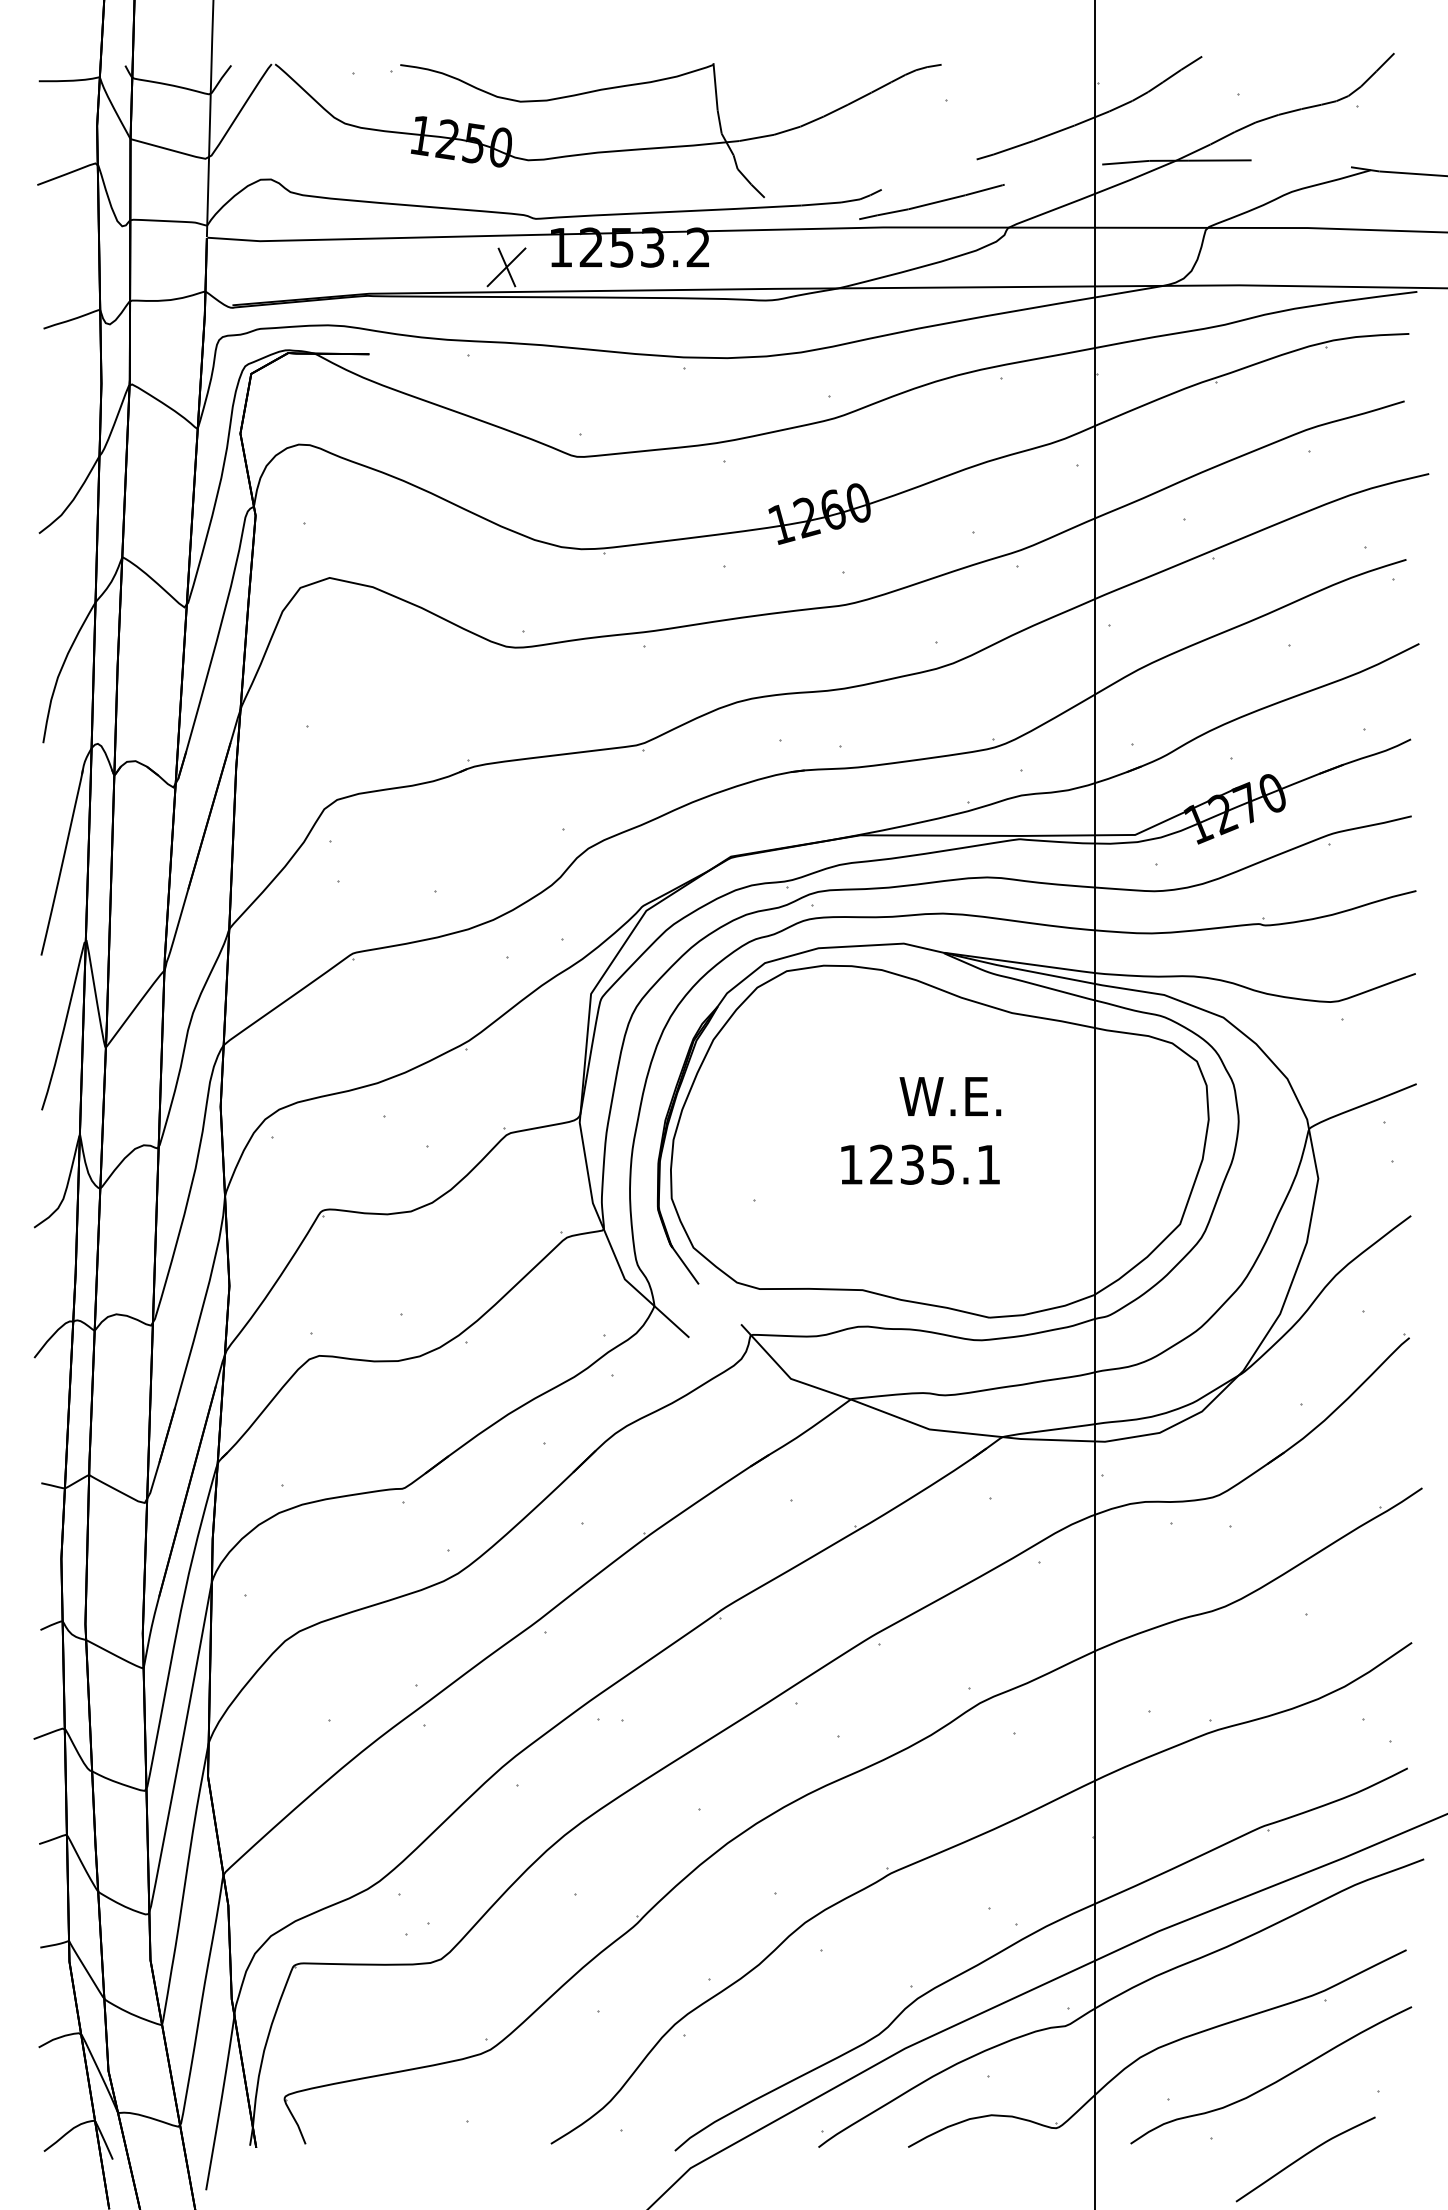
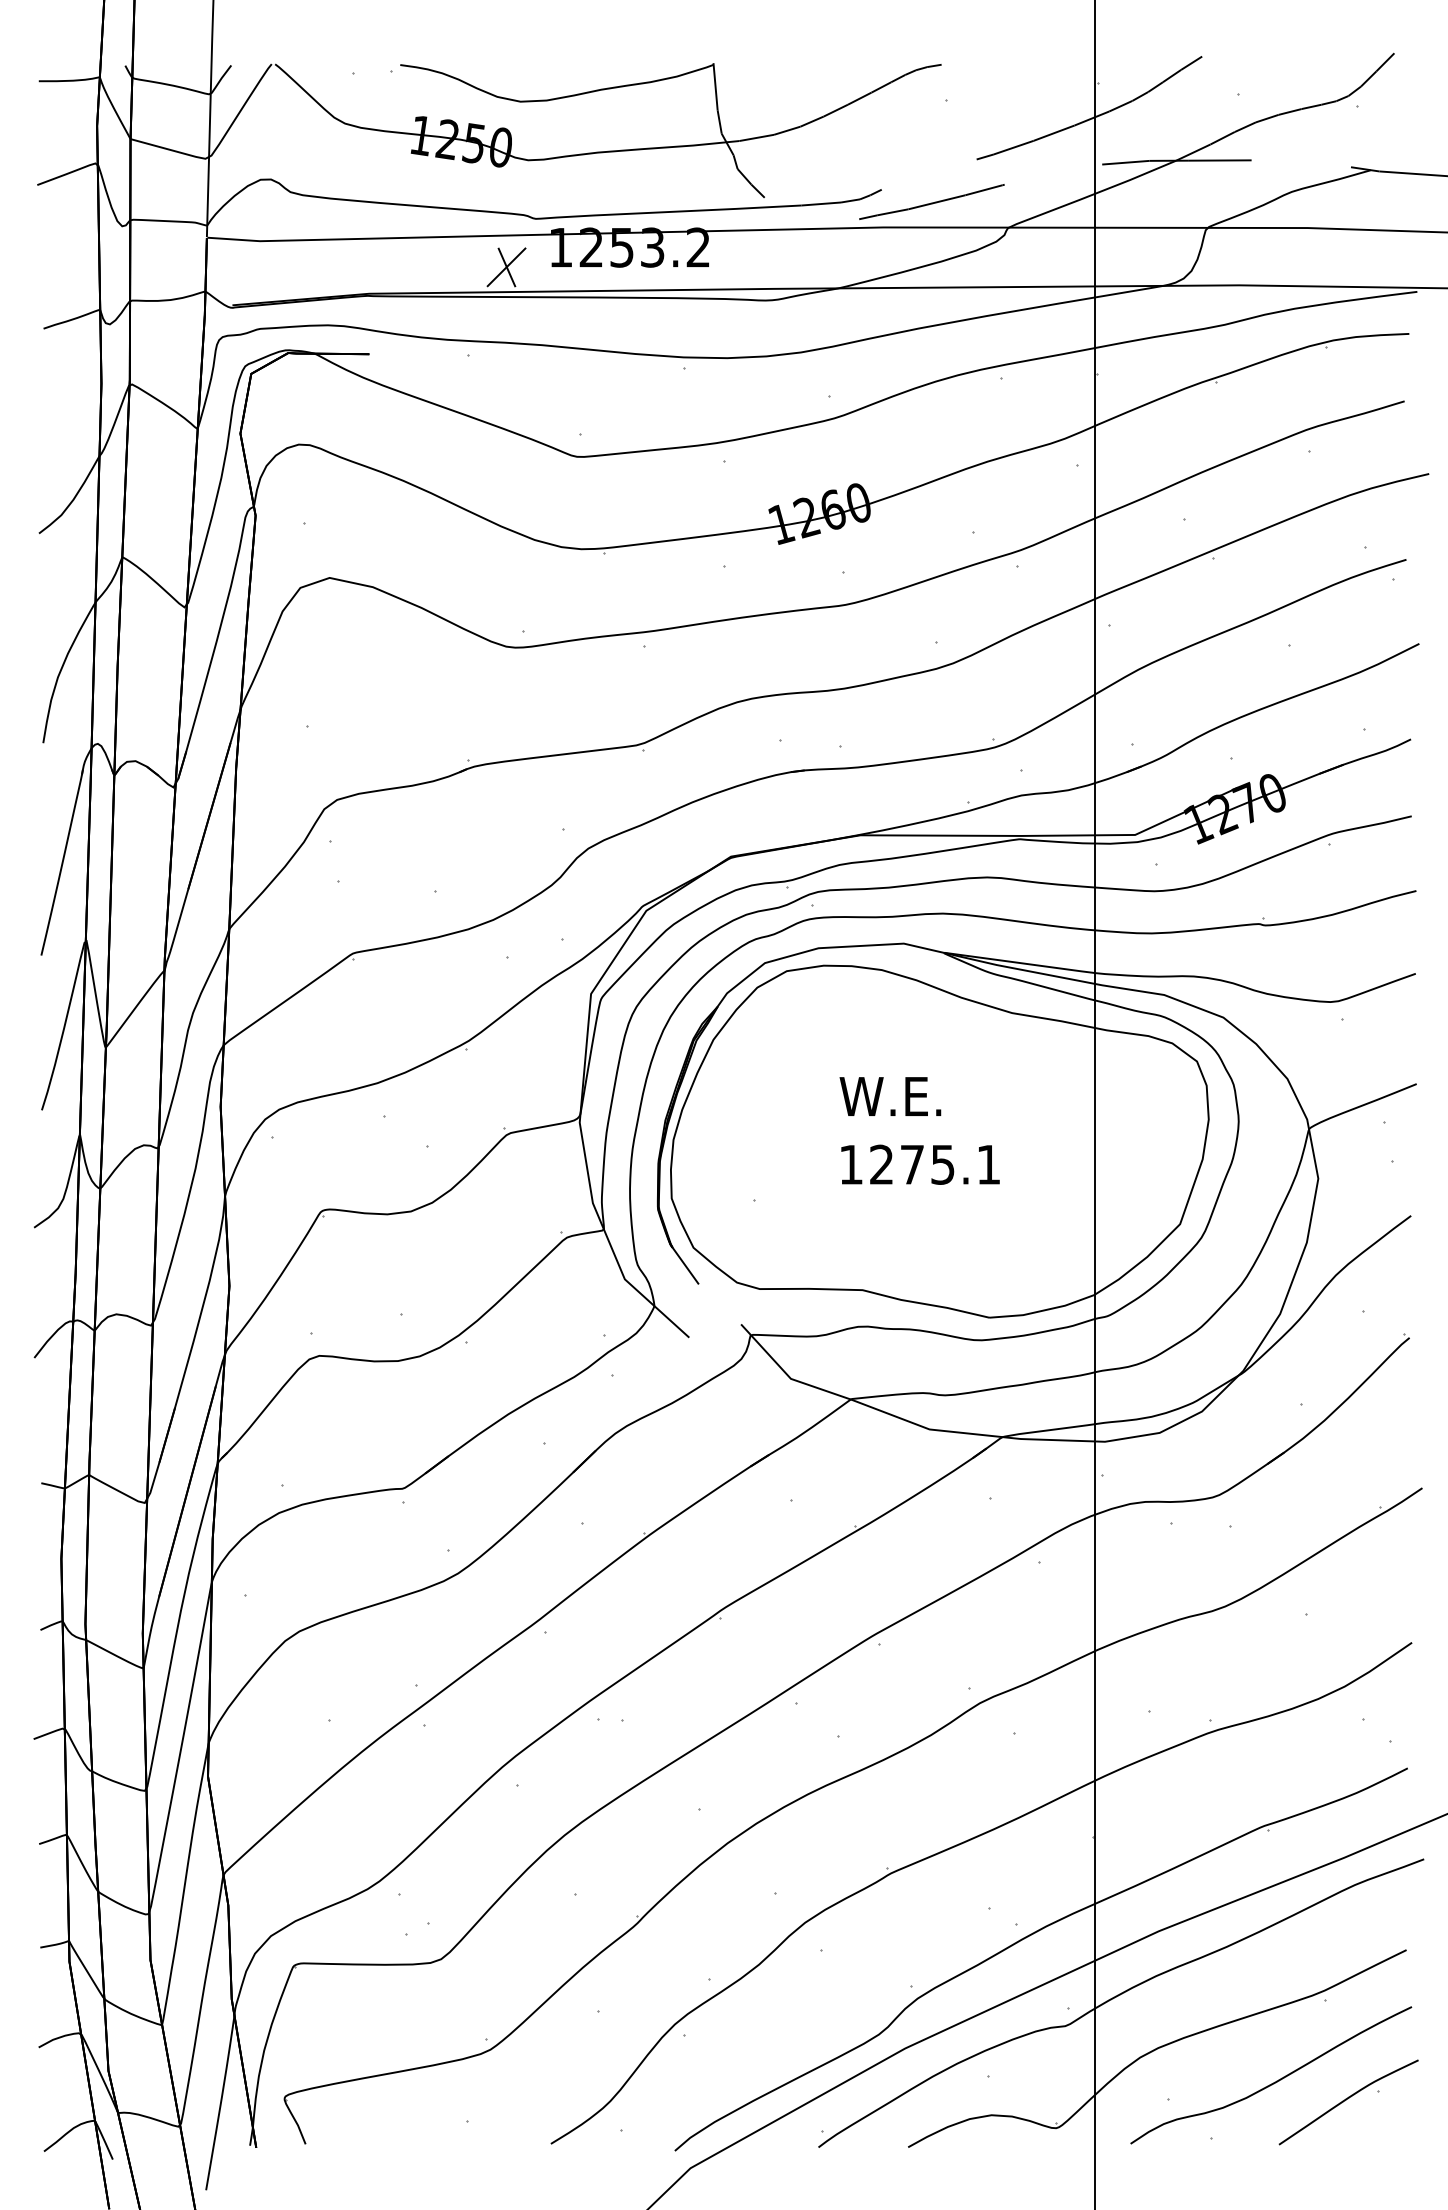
text at (950, 1096) position: (950, 1096) -> (890, 1096)
text at (911, 1164): 1235.1 -> 1275.1
curve at (1303, 2157) position: (1303, 2157) -> (1346, 2100)
